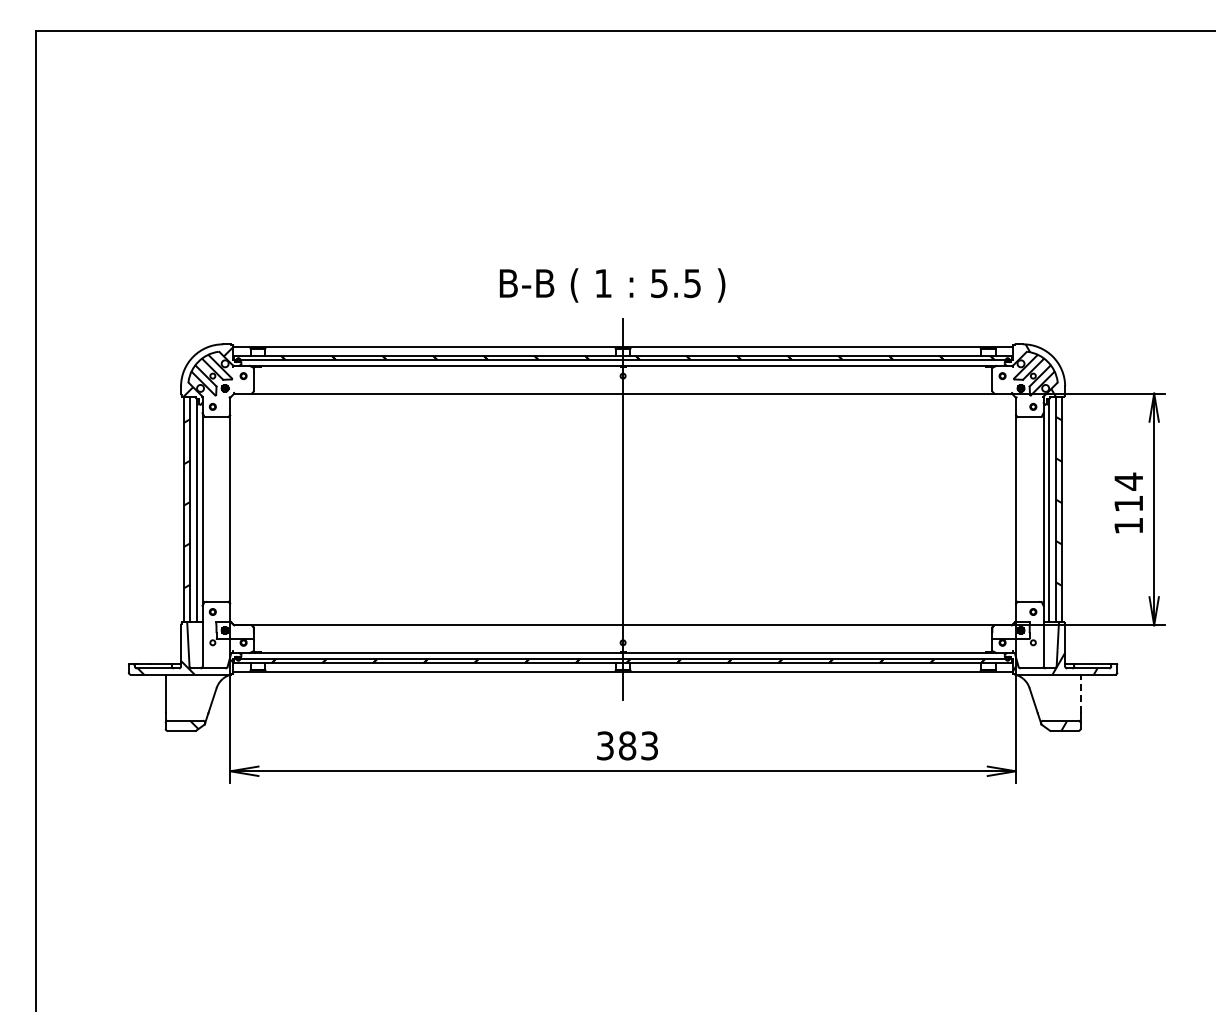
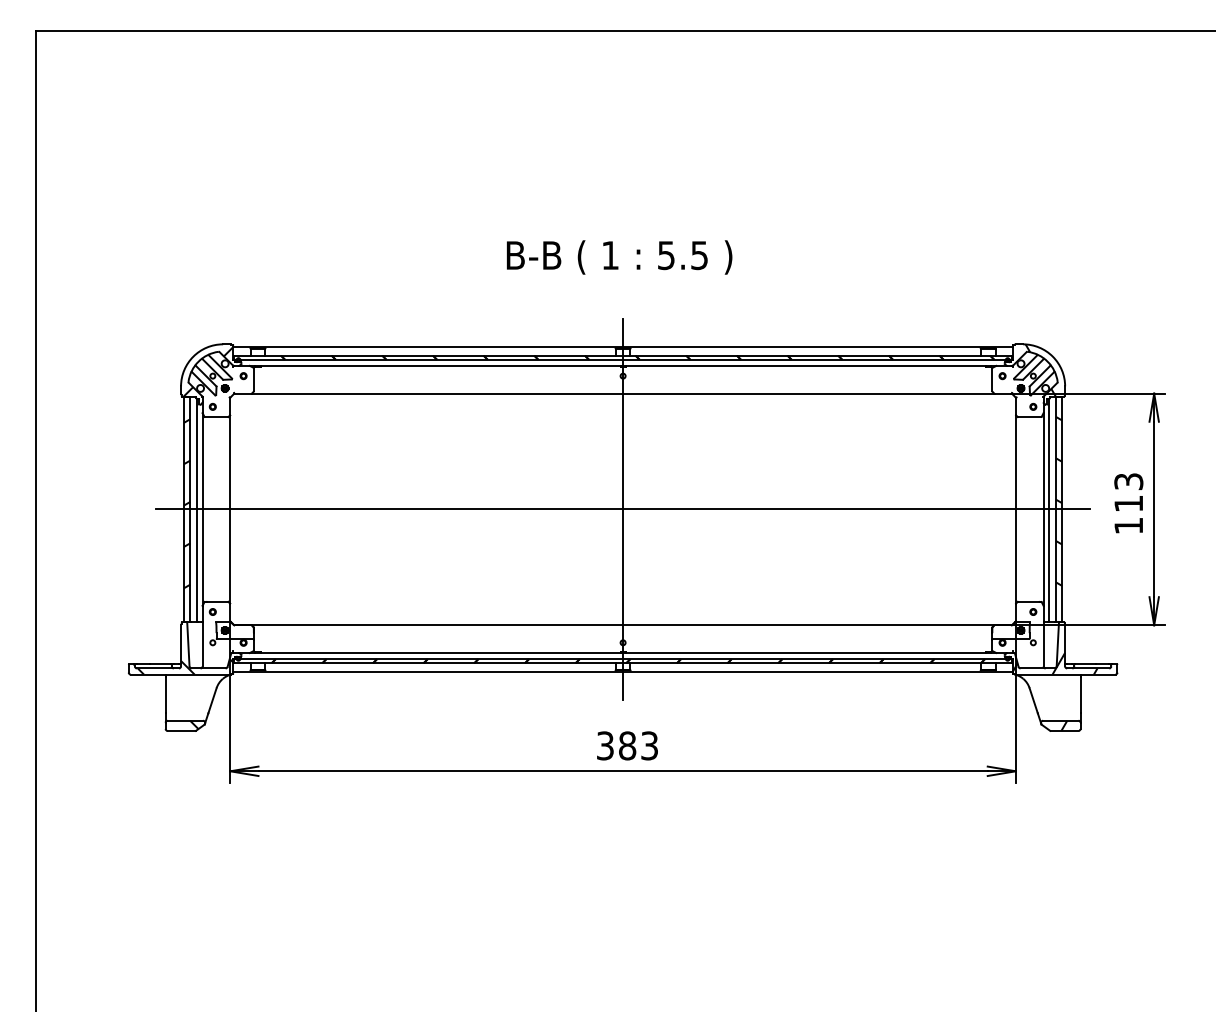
text at (612, 285) position: (612, 285) -> (619, 257)
text at (1128, 481): 114 -> 113
line at (622, 509): none -> present
line at (1080, 694): dashed -> solid
